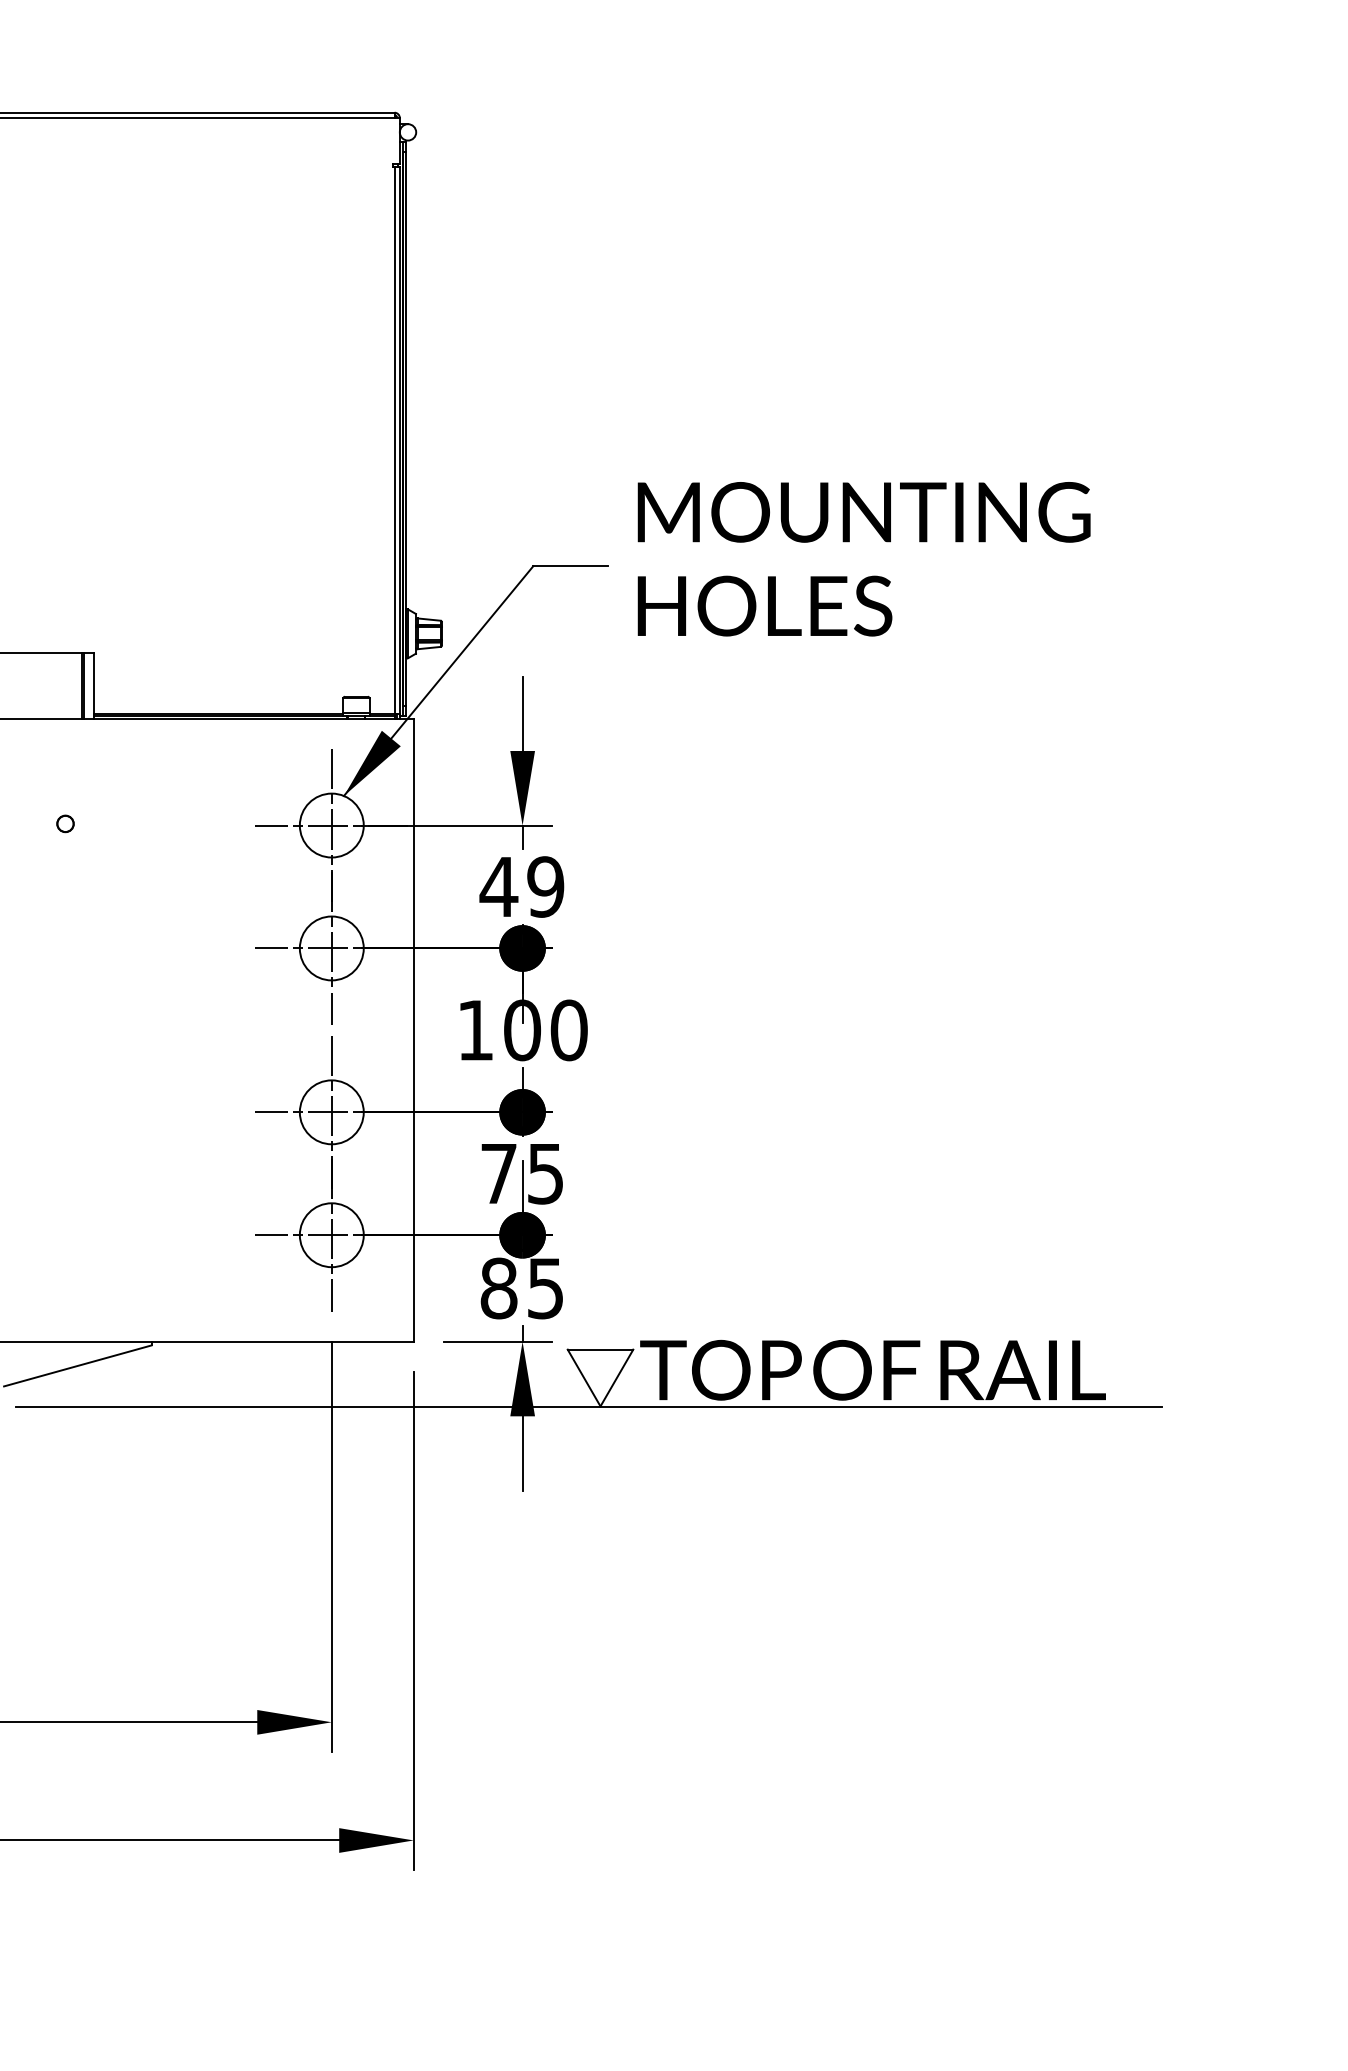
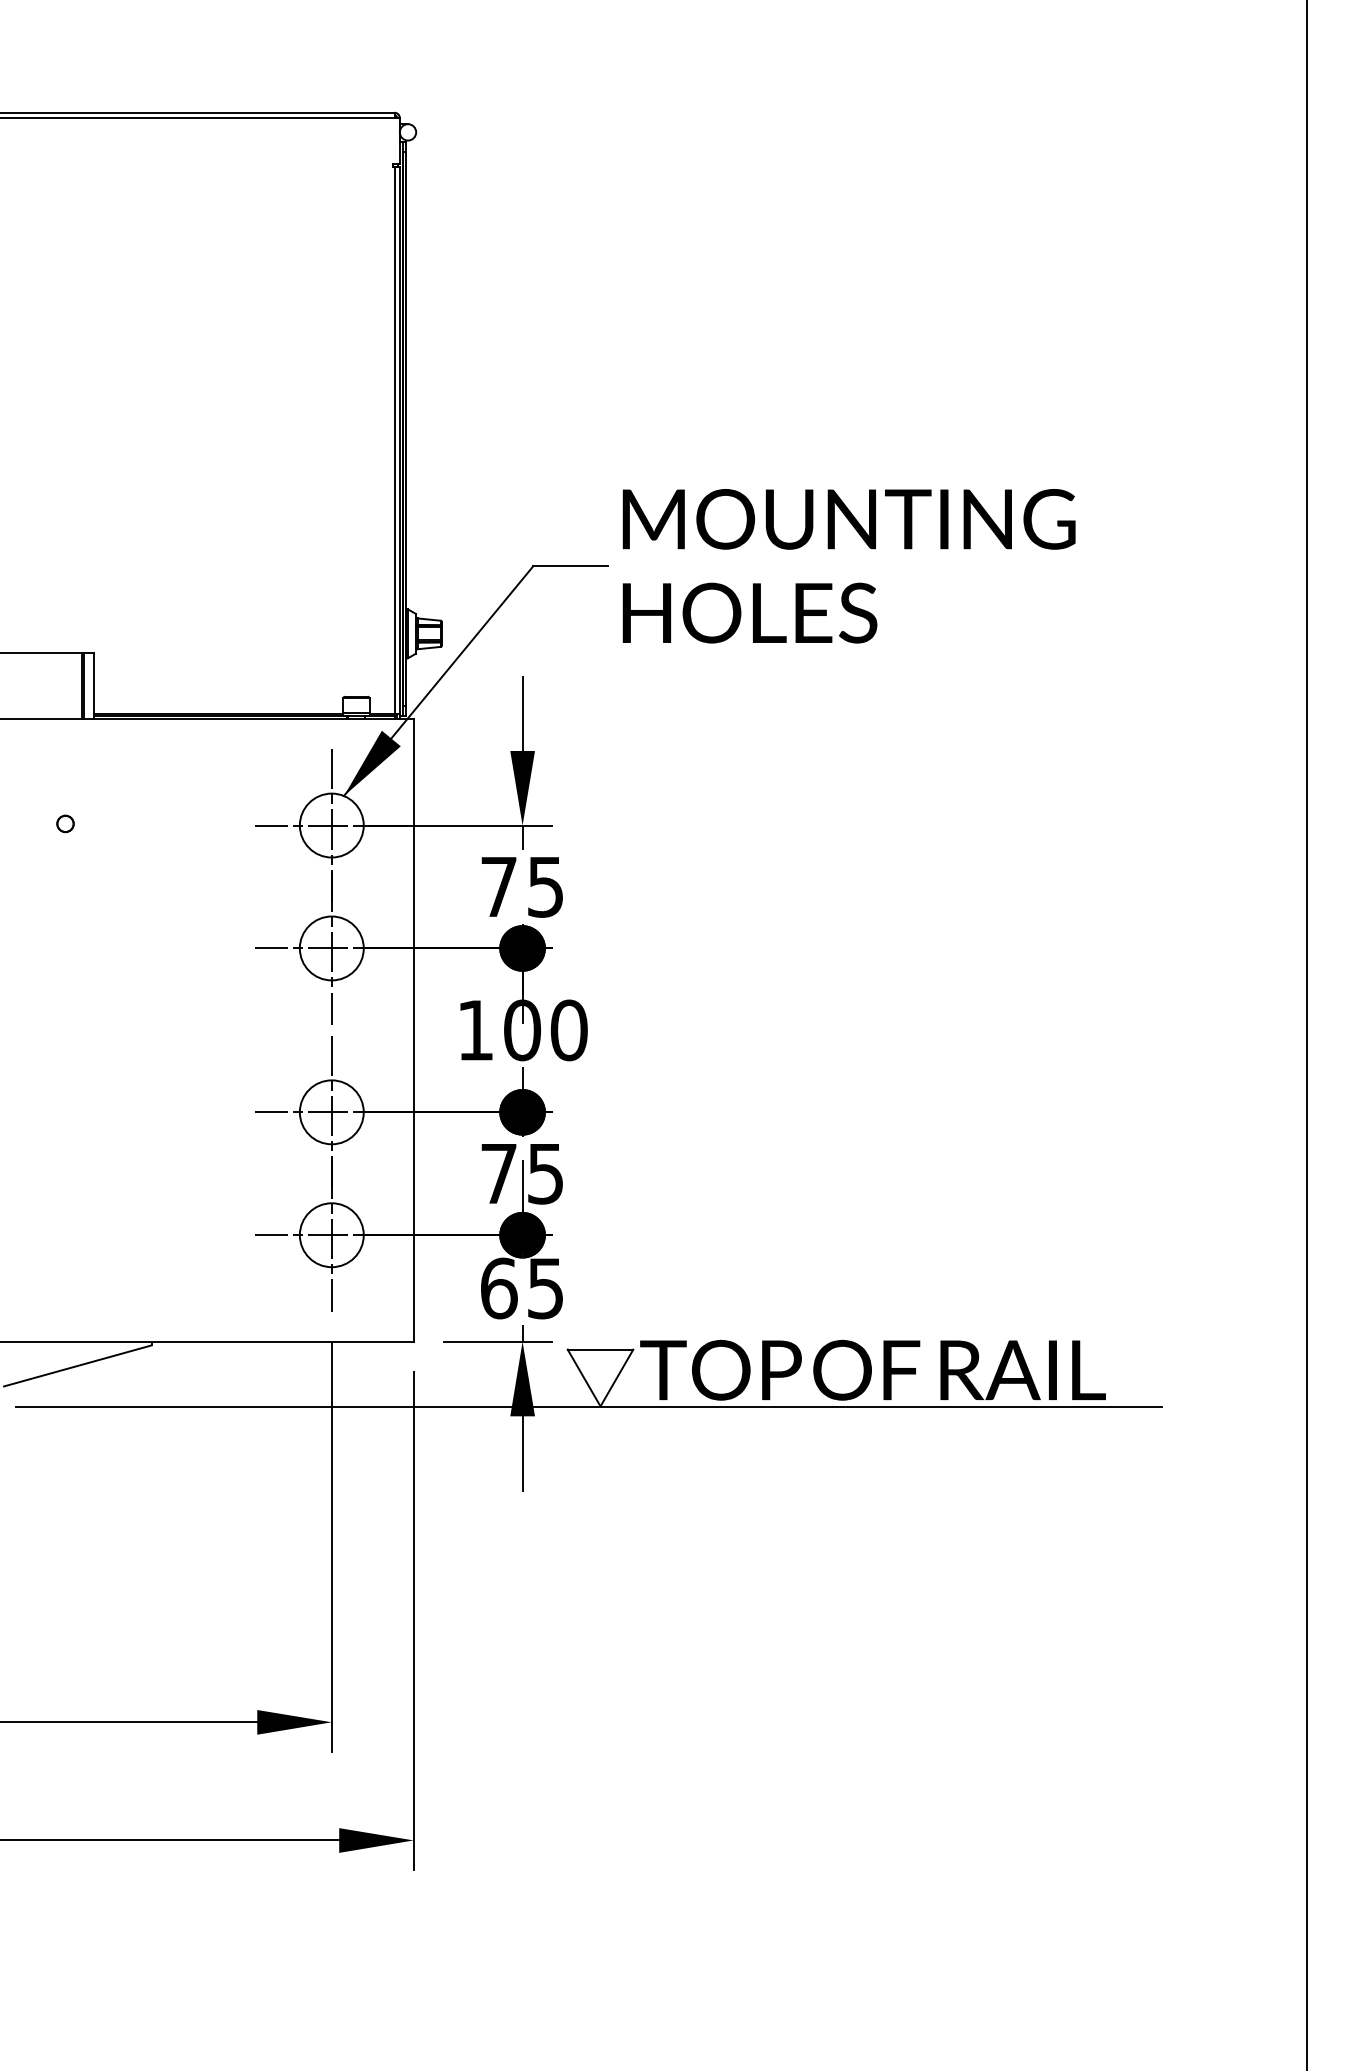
text at (863, 559) position: (863, 559) -> (848, 566)
text at (521, 886): 49 -> 75
line at (1307, 1034): none -> present
text at (498, 1288): 85 -> 65
